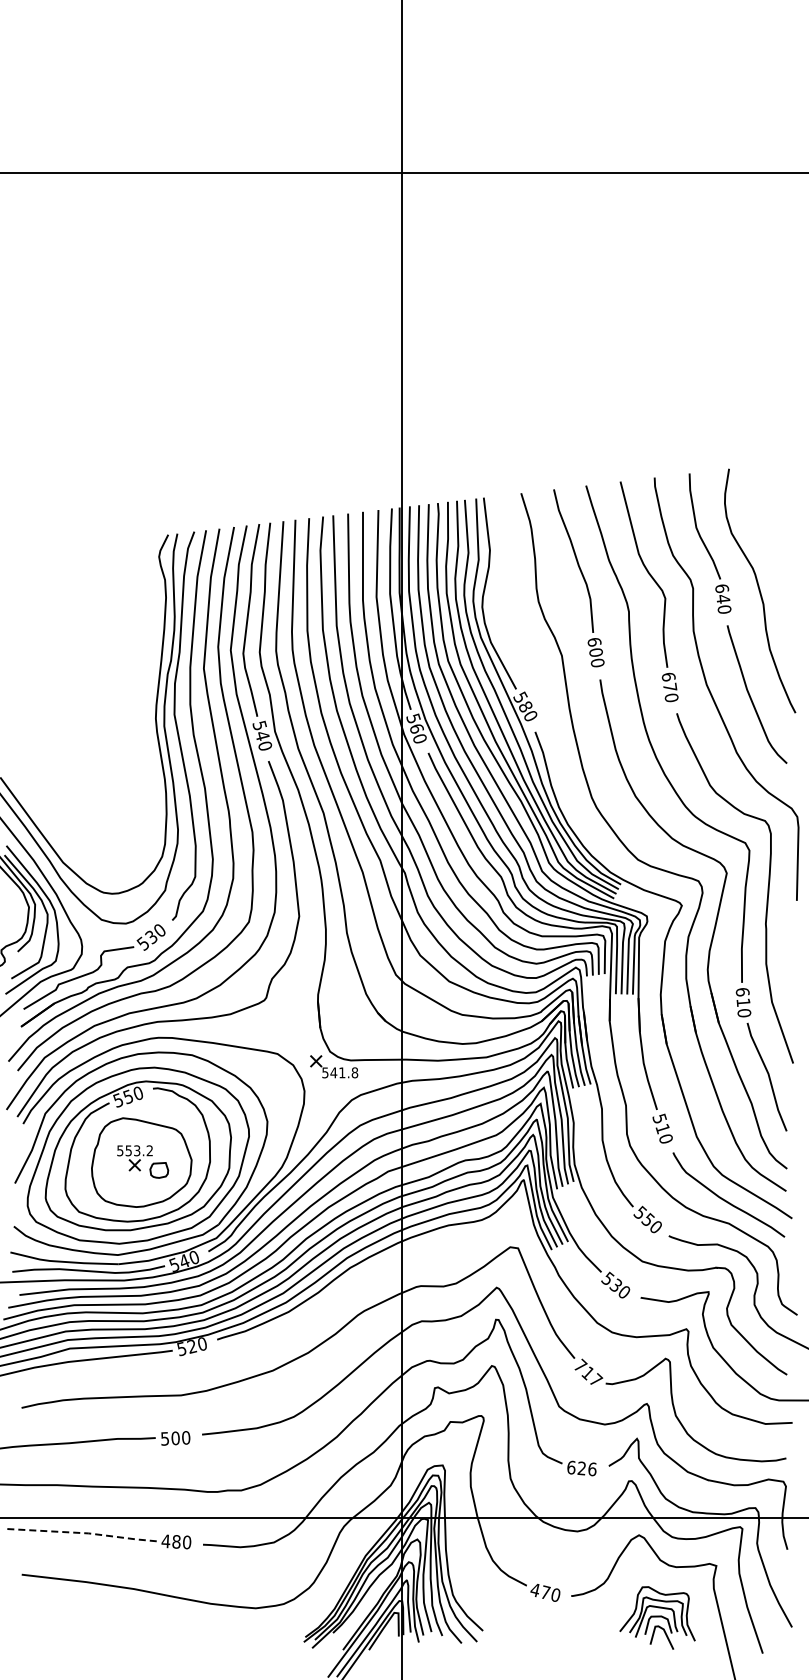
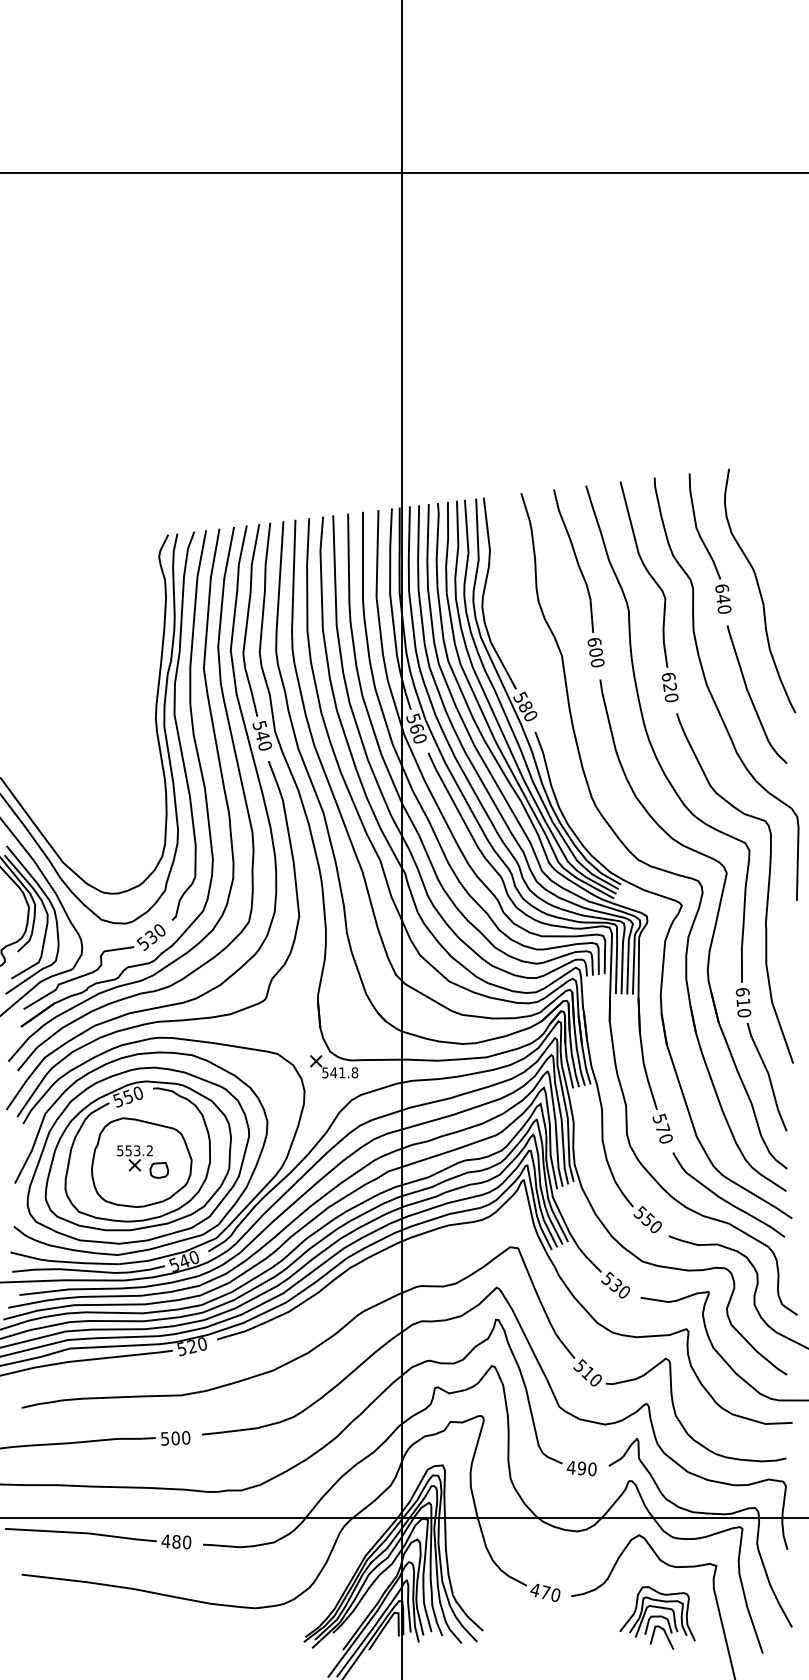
text at (670, 686): 670 -> 620
text at (662, 1128): 510 -> 570
text at (588, 1372): 717 -> 510
text at (581, 1468): 626 -> 490
line at (81, 1533): dashed -> solid
